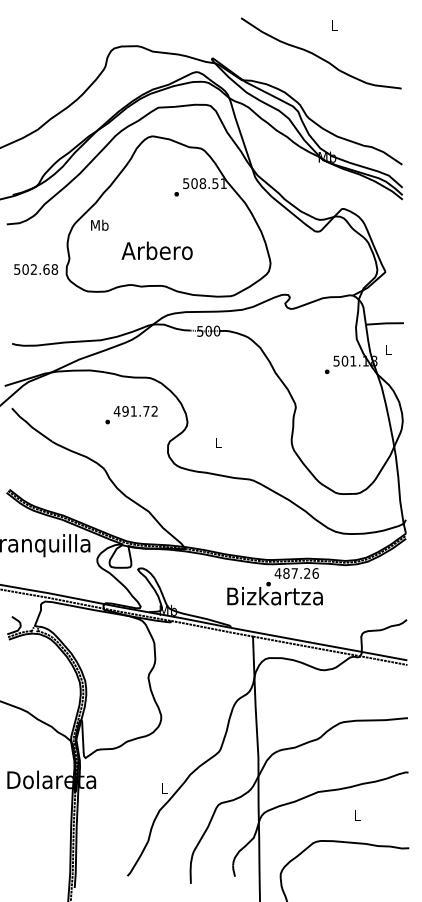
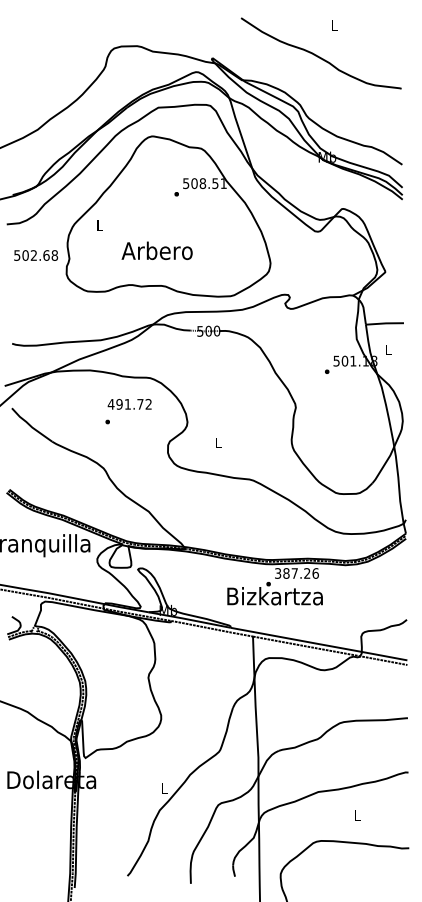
text at (99, 224): Mb -> L
text at (35, 269) position: (35, 269) -> (35, 255)
text at (135, 411) position: (135, 411) -> (129, 404)
text at (277, 573): 487.26 -> 387.26
